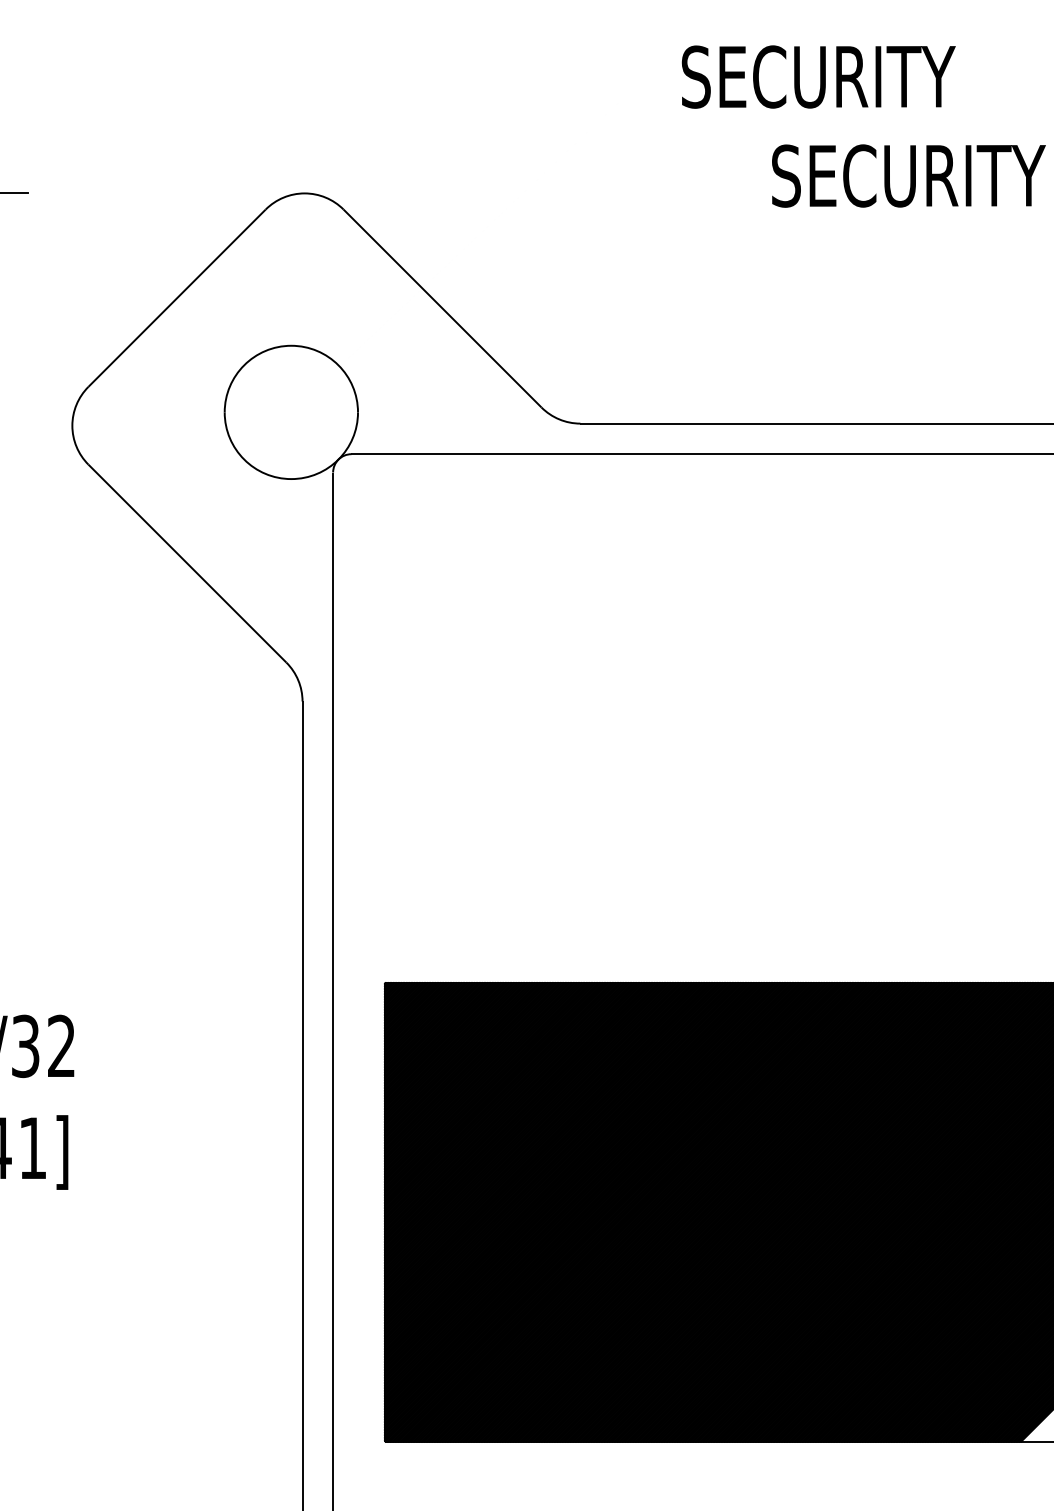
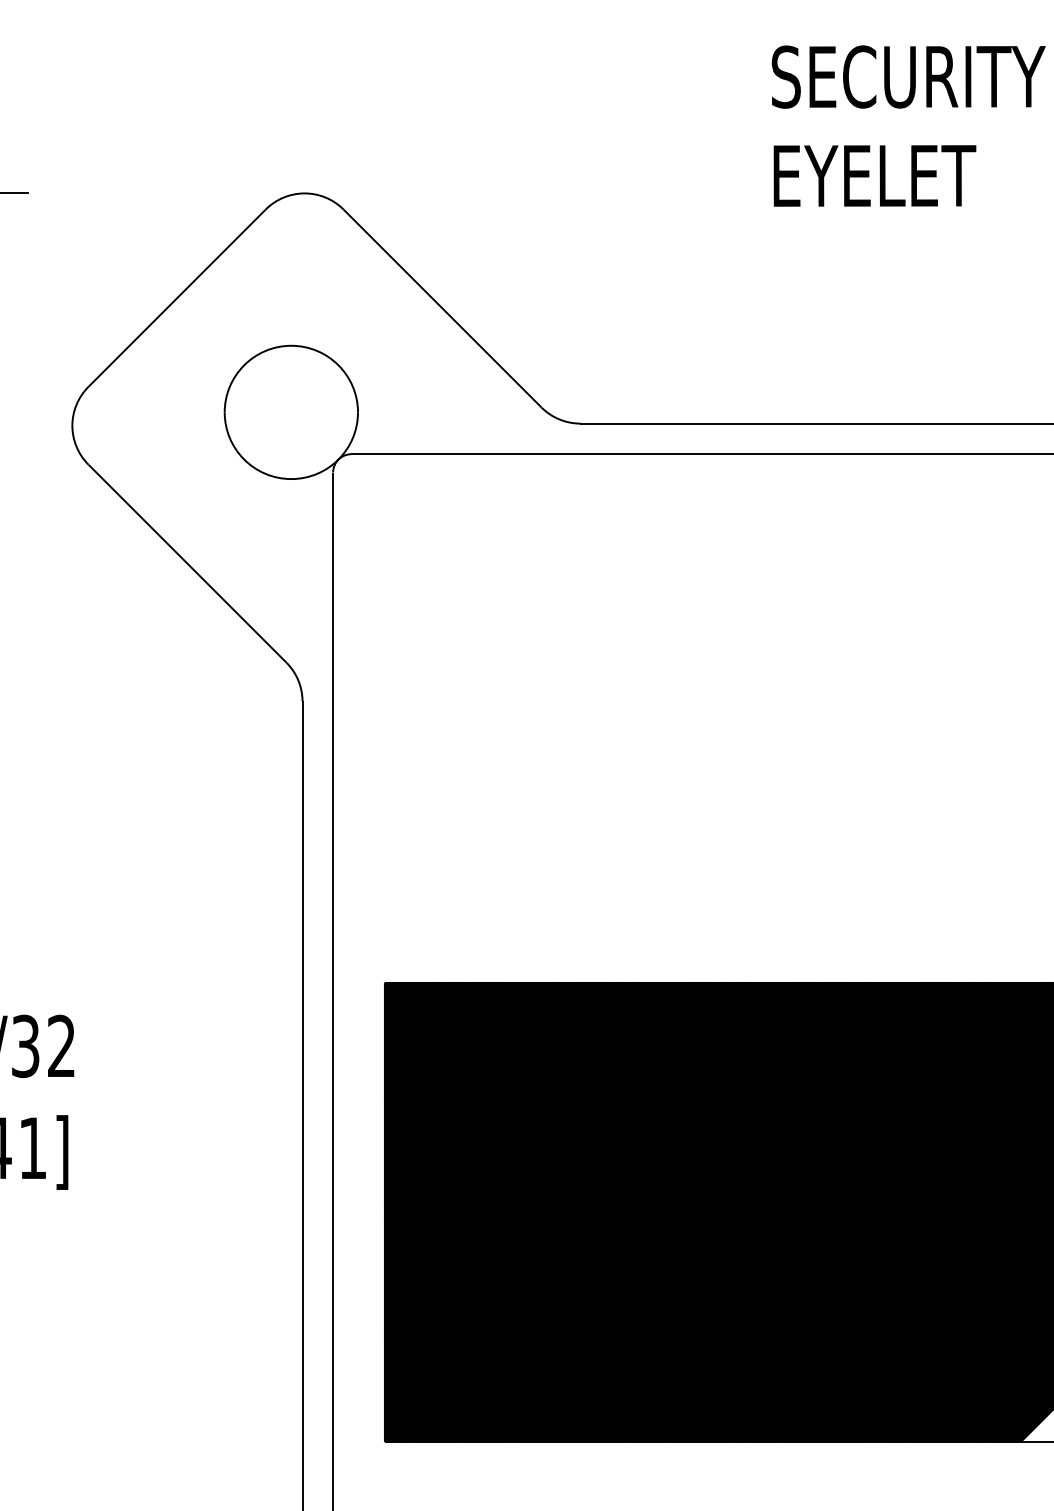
text at (818, 76) position: (818, 76) -> (908, 76)
text at (908, 175): SECURITY -> EYELET
